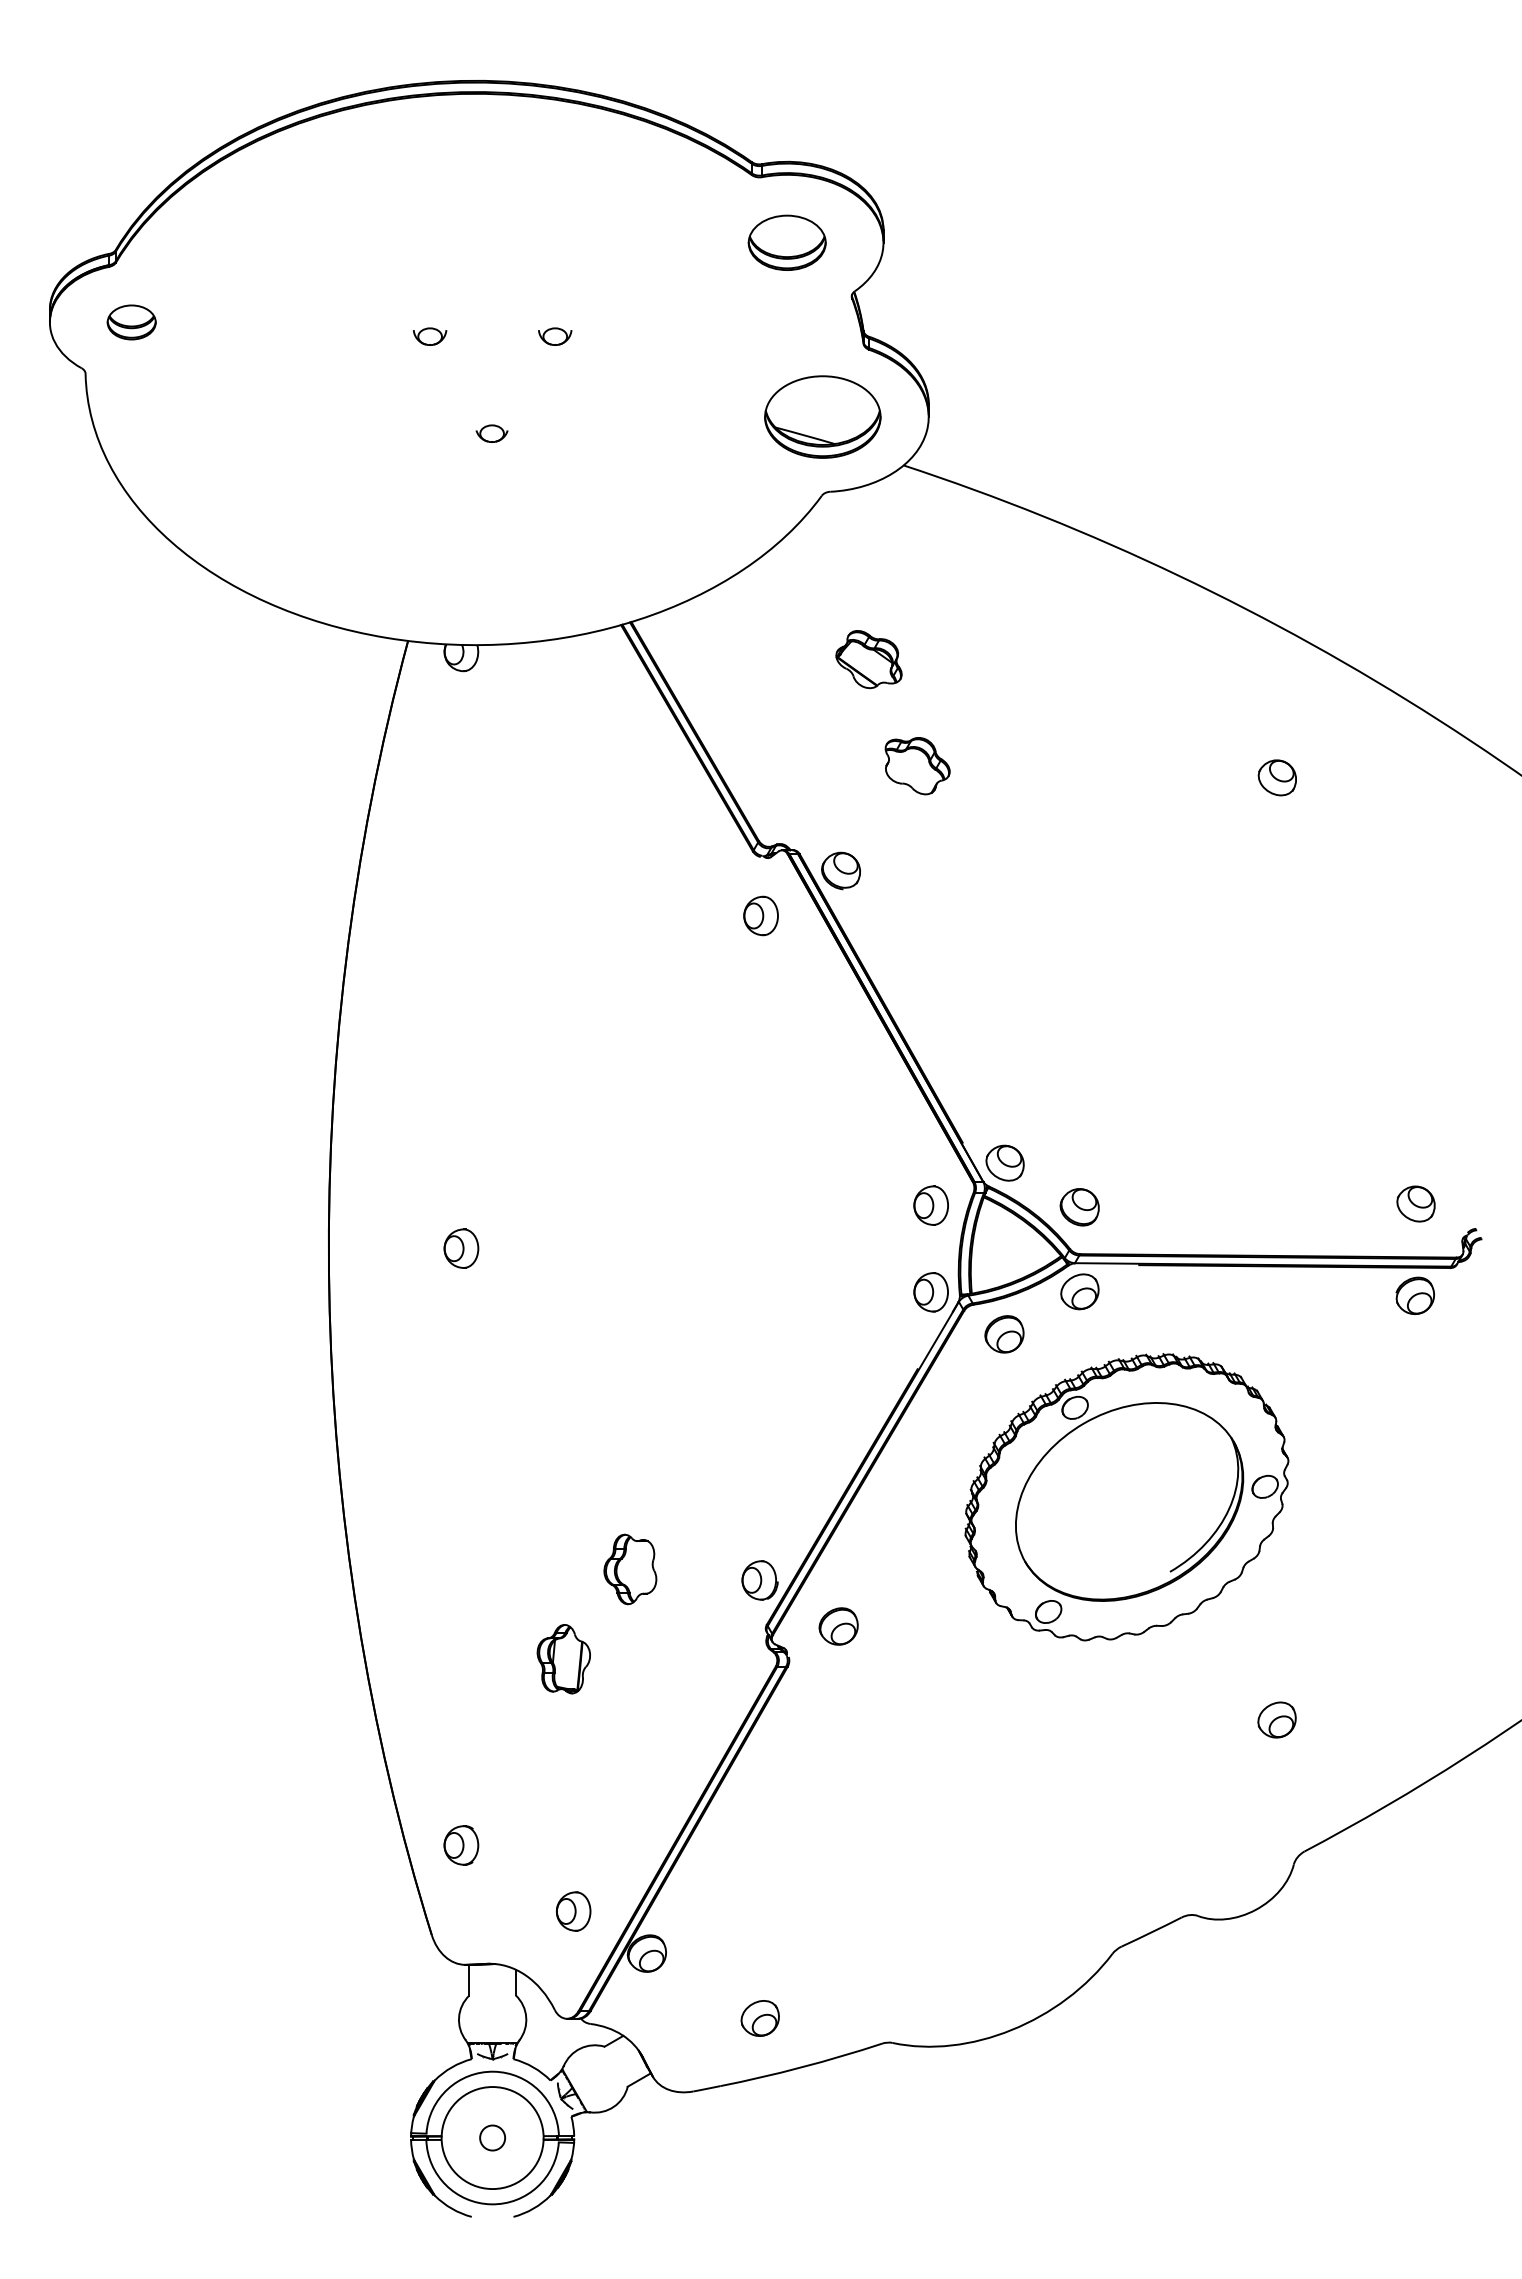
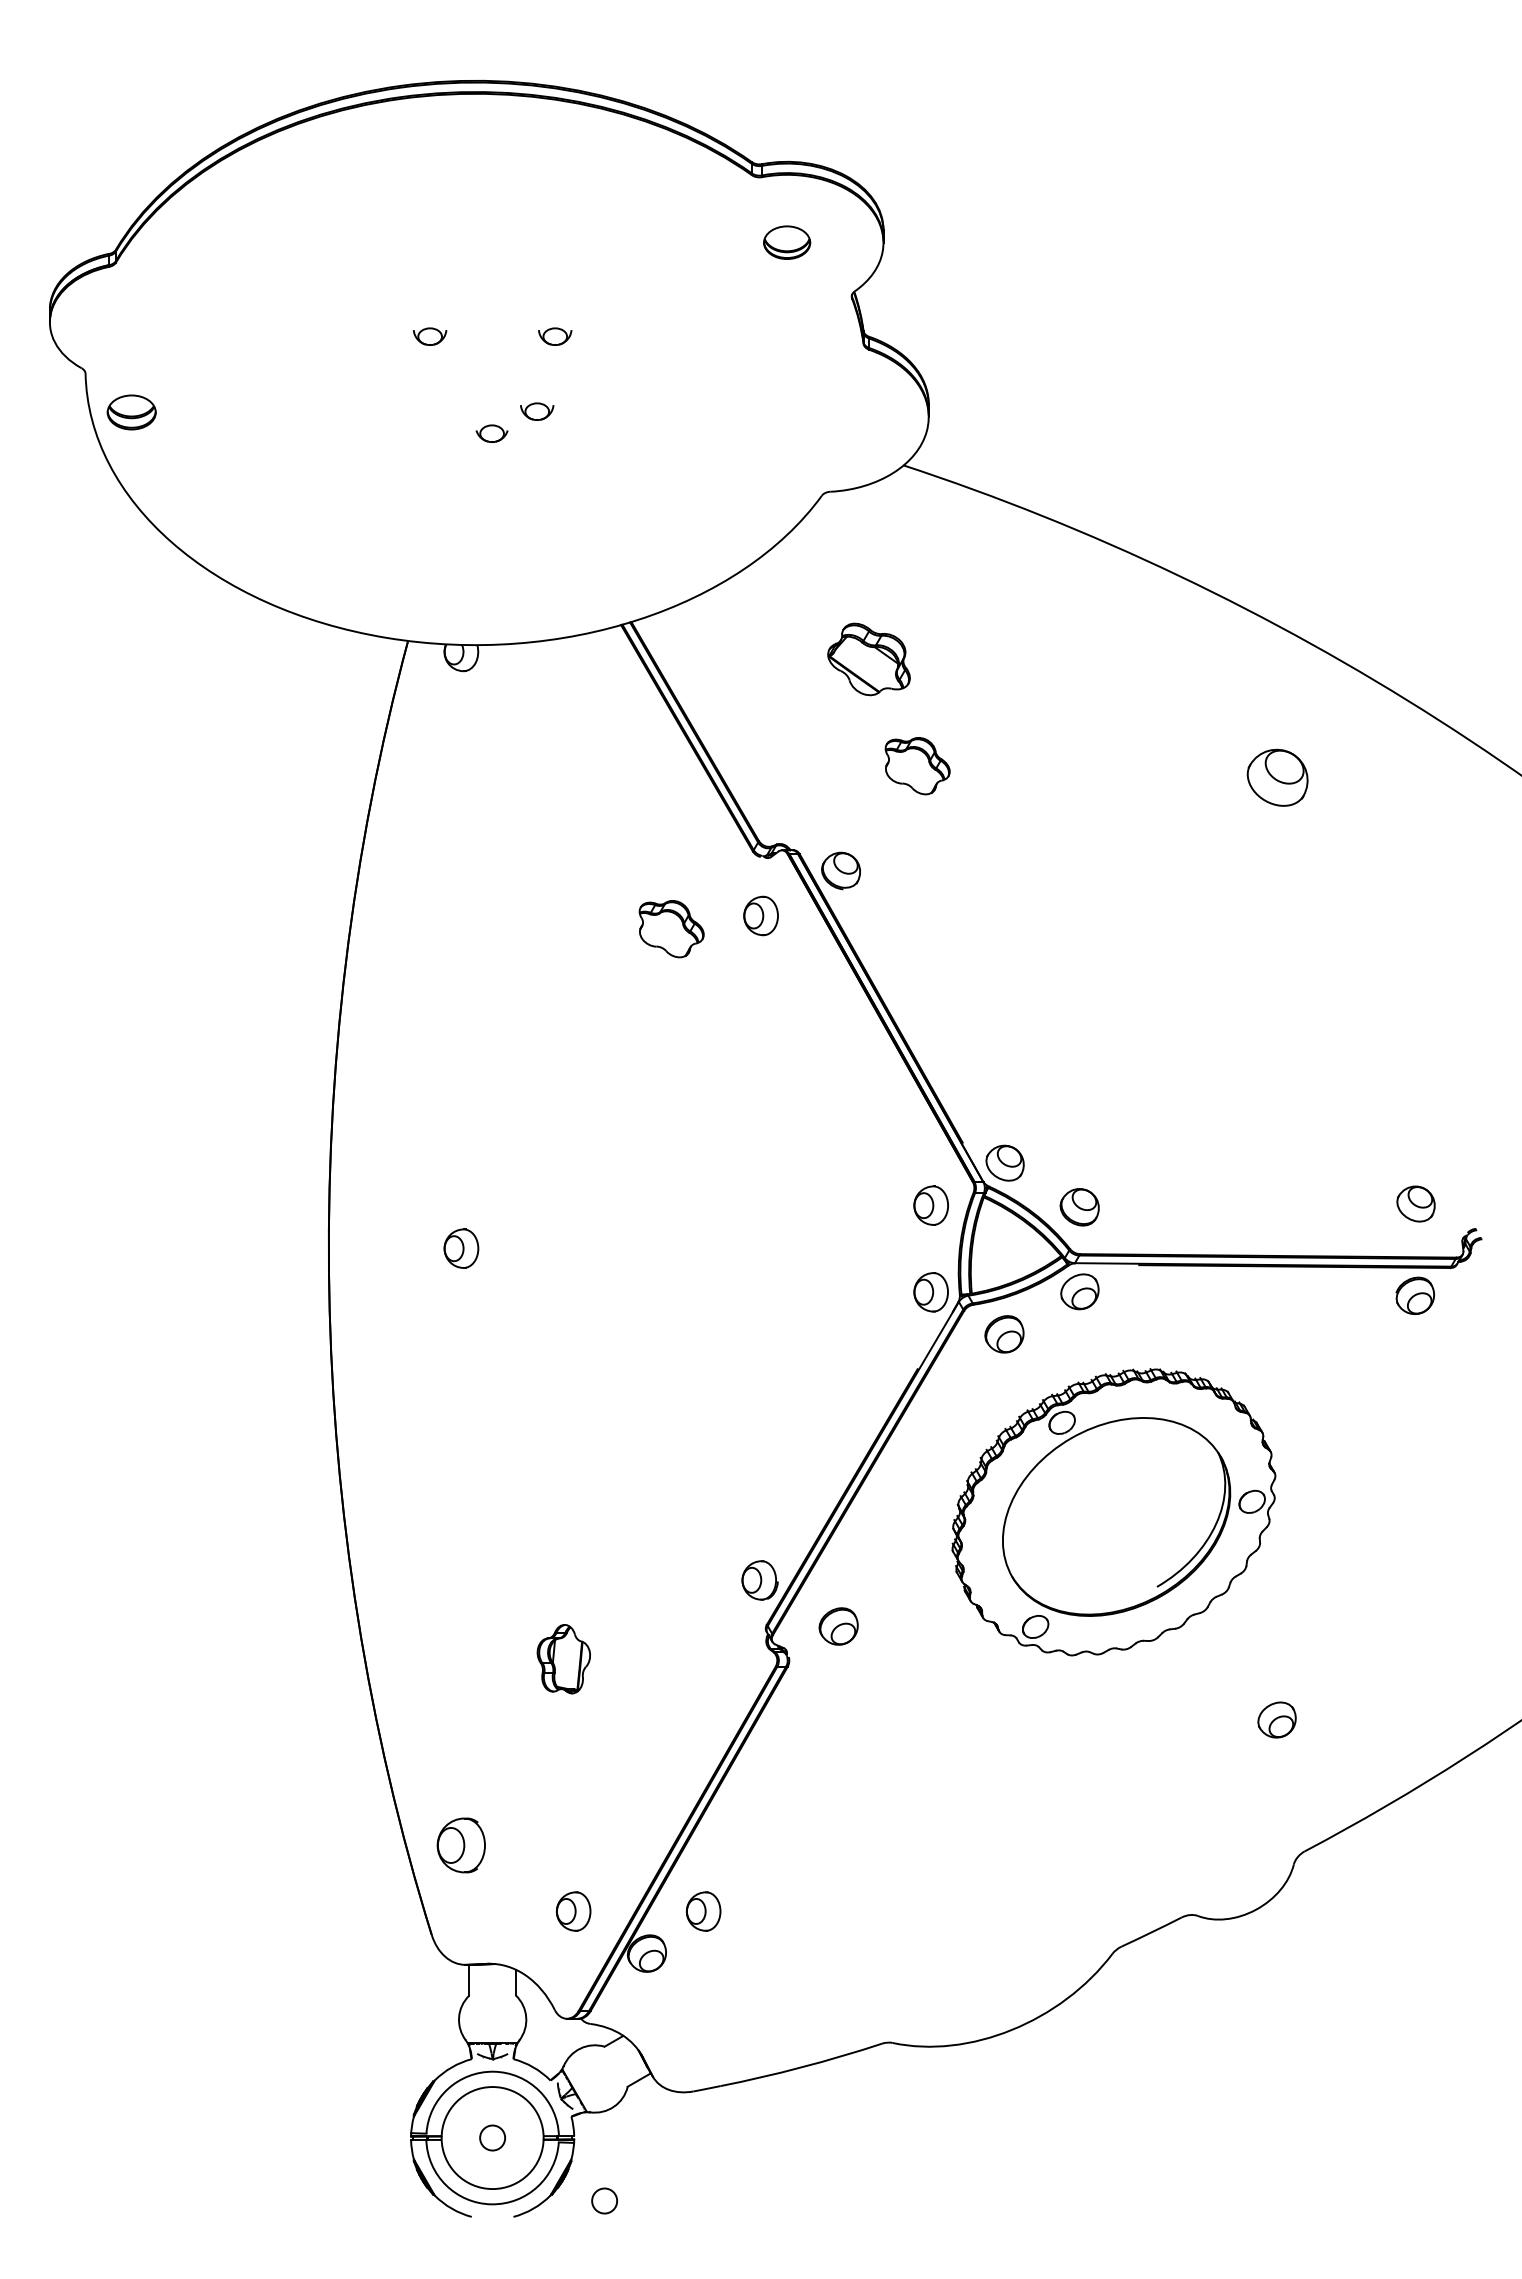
part at (786, 242) size: 80x57 px -> 49x35 px
part at (131, 322) position: (131, 322) -> (131, 412)
part at (537, 411): none -> present
part at (822, 416): present -> none
part at (868, 659) size: 68x60 px -> 84x75 px
part at (1276, 777) size: 40x38 px -> 63x59 px
part at (671, 929): none -> present
part at (1126, 1497) position: (1126, 1497) -> (1113, 1512)
part at (630, 1569): present -> none
part at (461, 1845) size: 37x41 px -> 50x57 px
part at (703, 1911): none -> present
part at (759, 2018): present -> none
circle at (604, 2200): none -> present
